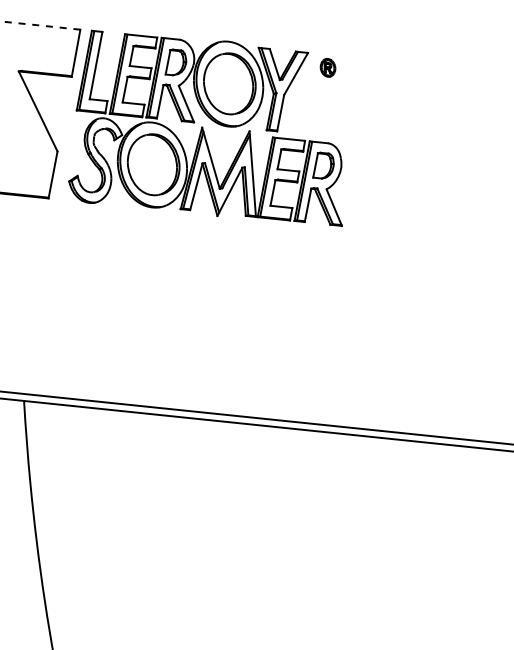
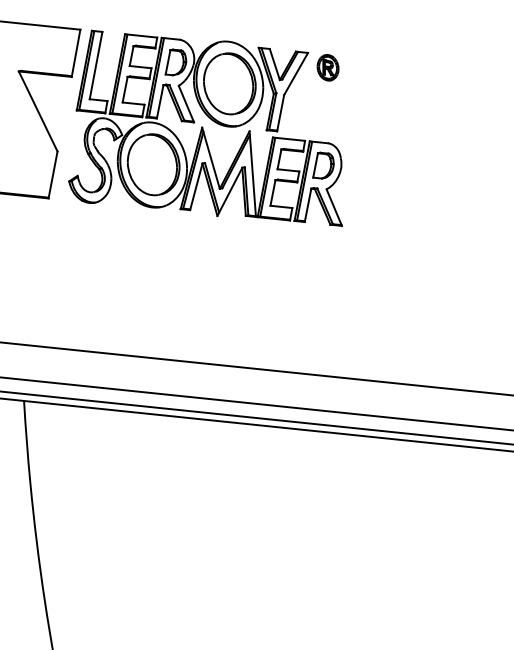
line at (39, 25): dashed -> solid
part at (327, 67) size: 18x20 px -> 24x28 px
line at (256, 368): none -> present
line at (256, 403): none -> present
